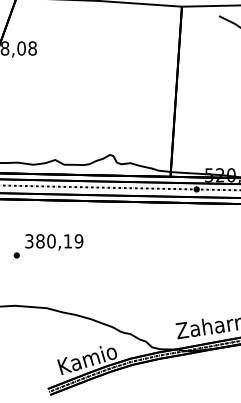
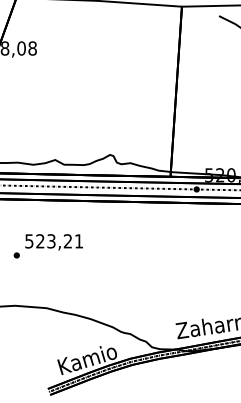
text at (54, 241): 380,19 -> 523,21
